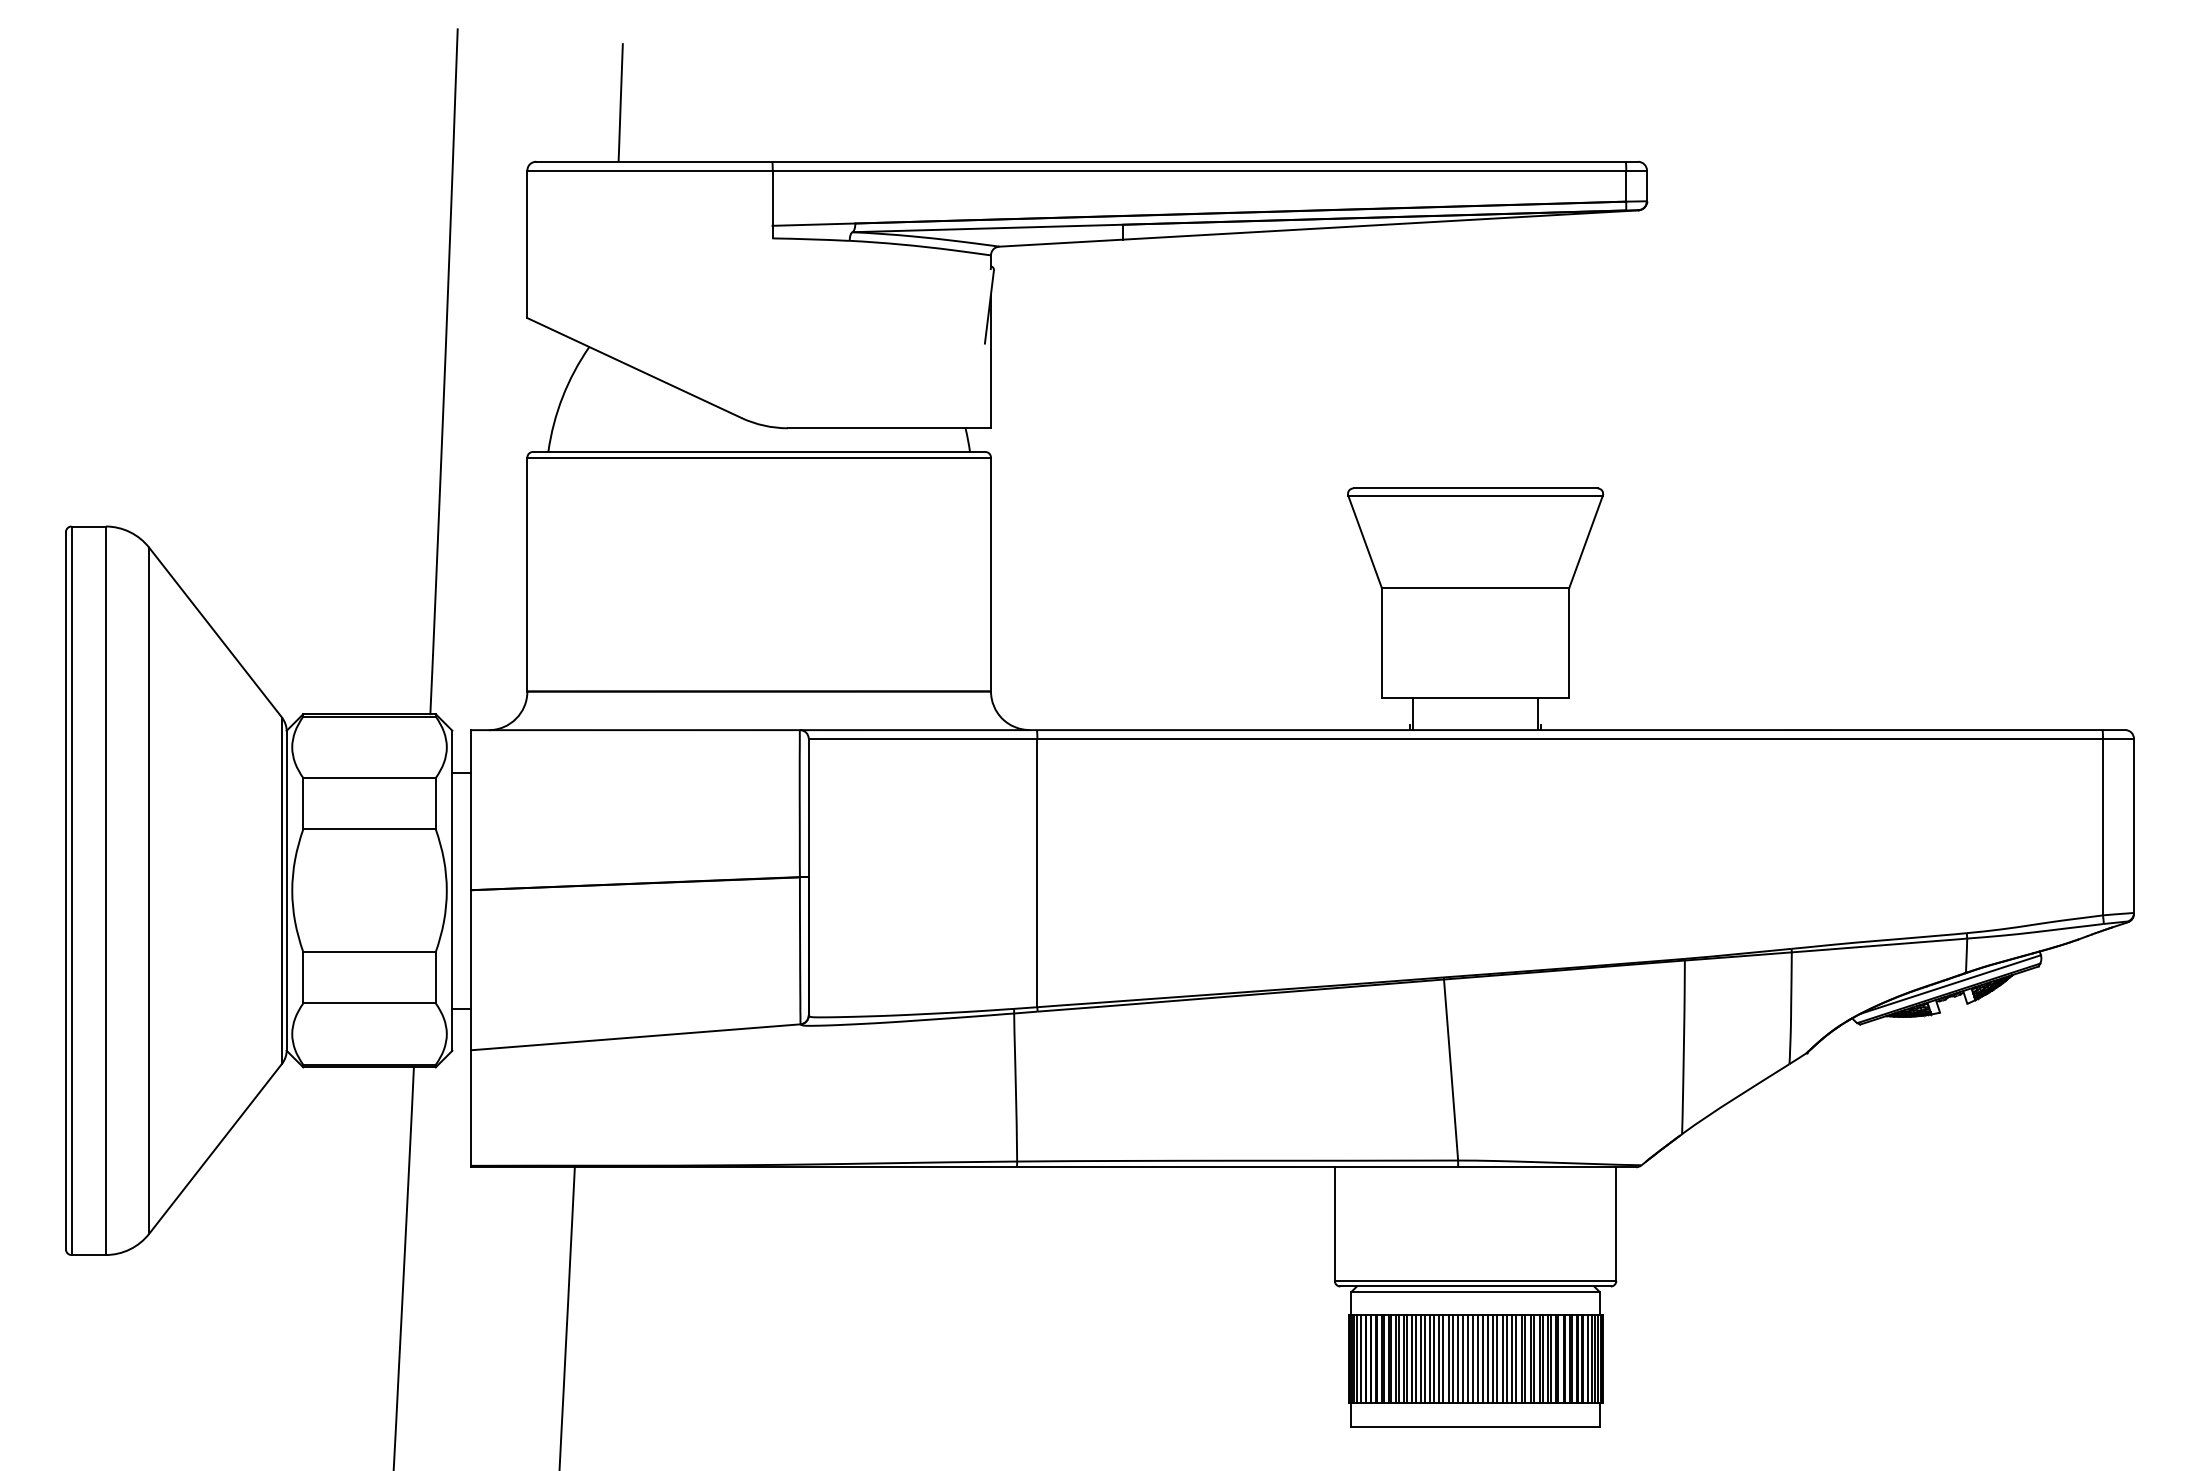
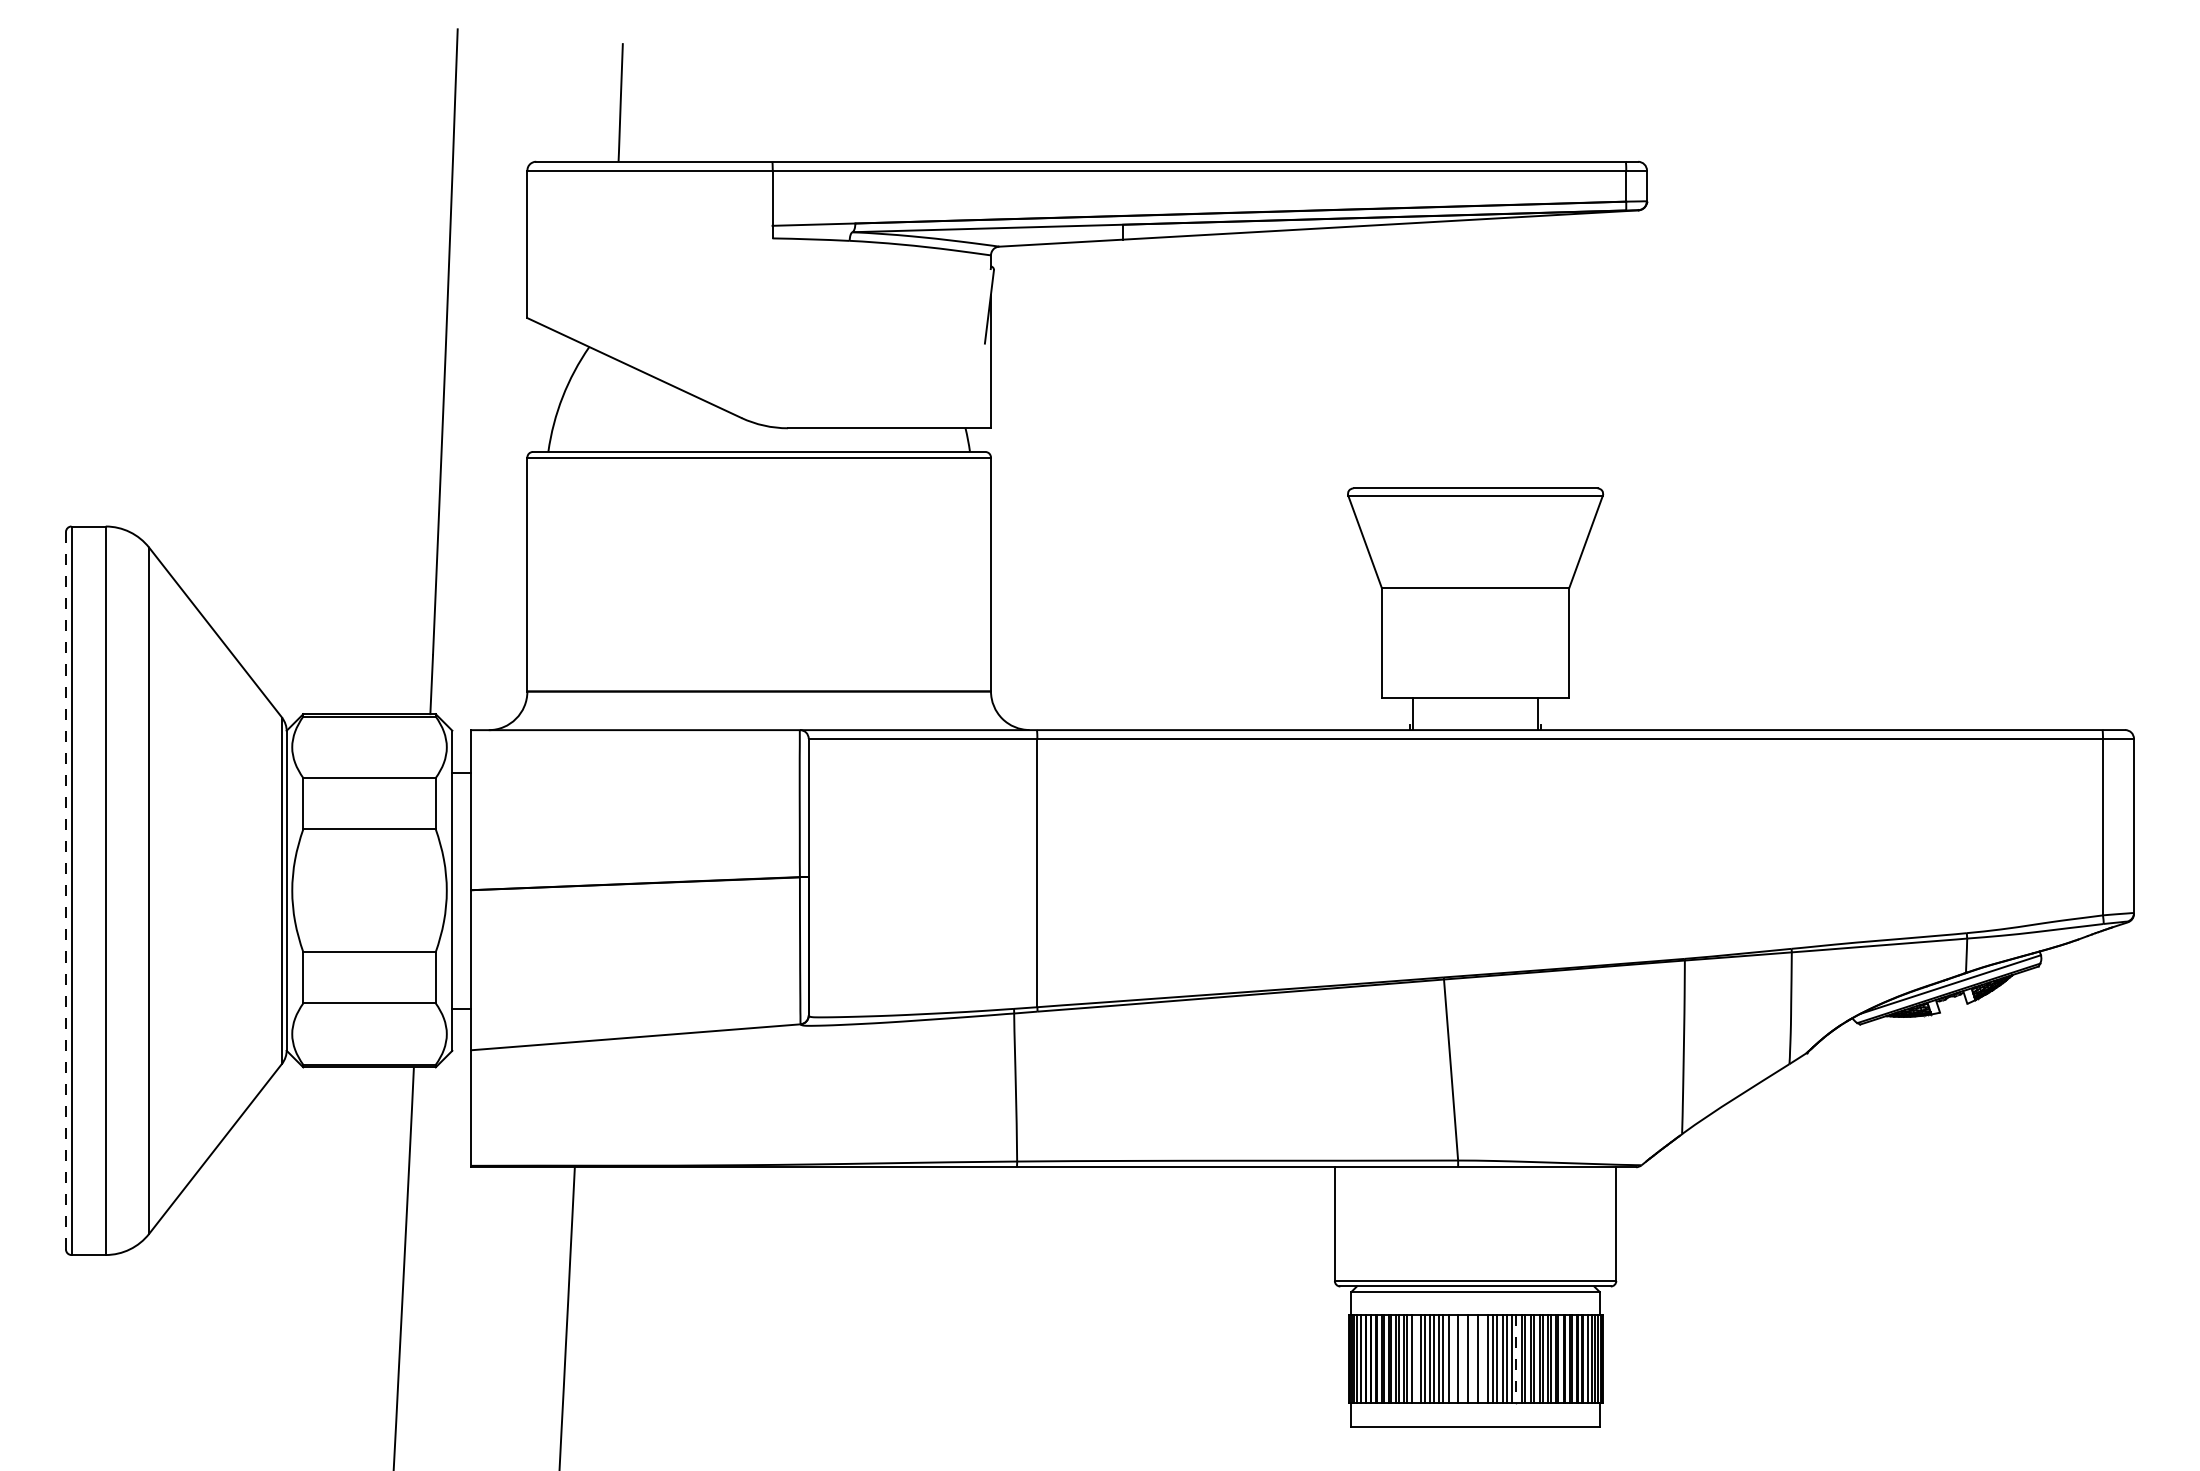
line at (65, 890): solid -> dashed
line at (1415, 1359): present -> none
line at (1453, 1359): present -> none
line at (1463, 1359): present -> none
line at (1473, 1359): present -> none
line at (1482, 1359): present -> none
line at (1516, 1359): solid -> dashed
